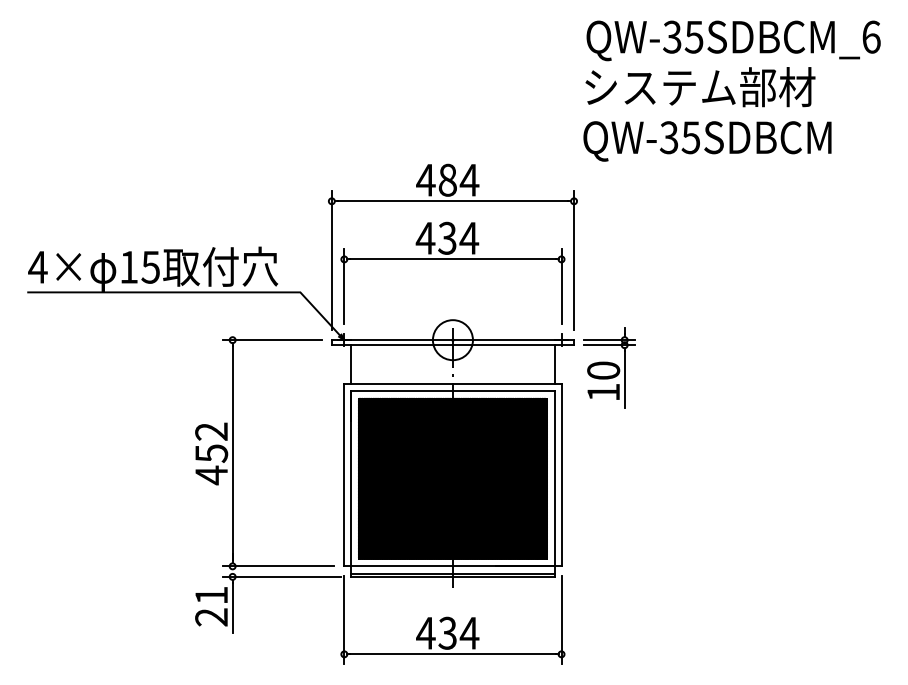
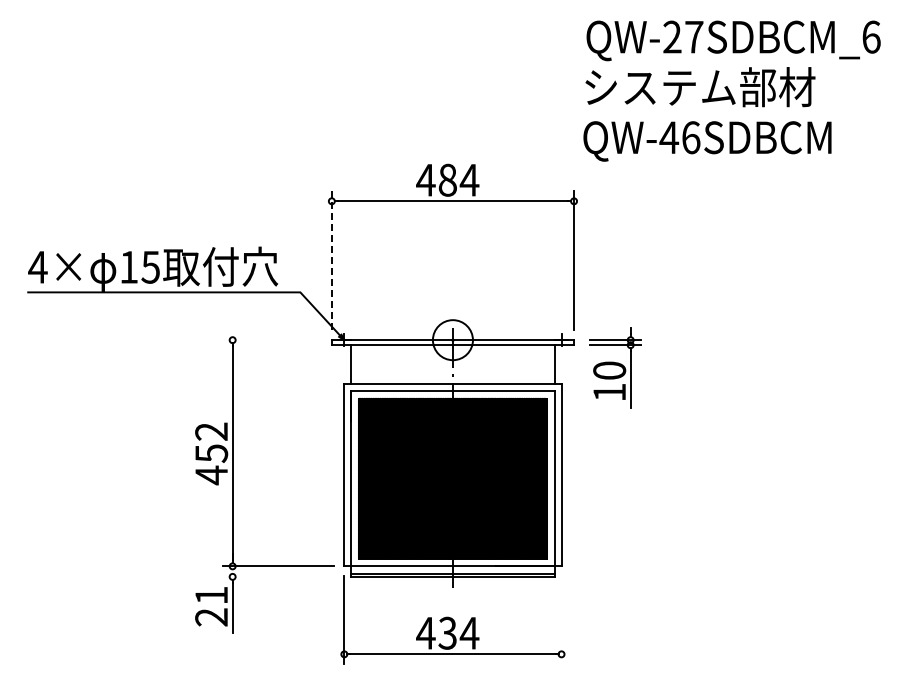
text at (683, 37): QW-35SDBCM_6 -> QW-27SDBCM_6
text at (679, 137): QW-35SDBCM -> QW-46SDBCM
part at (452, 259): present -> none
line at (331, 260): solid -> dashed
line at (271, 340): present -> none
part at (609, 367) position: (609, 367) -> (615, 367)
line at (281, 576): present -> none
line at (561, 620): present -> none
